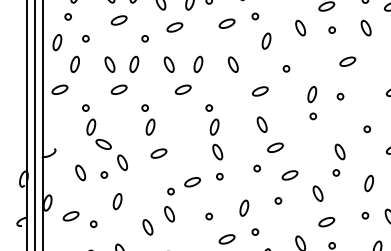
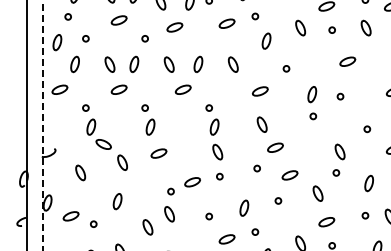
line at (35, 124): present -> none
line at (43, 126): solid -> dashed
circle at (104, 174): present -> none
